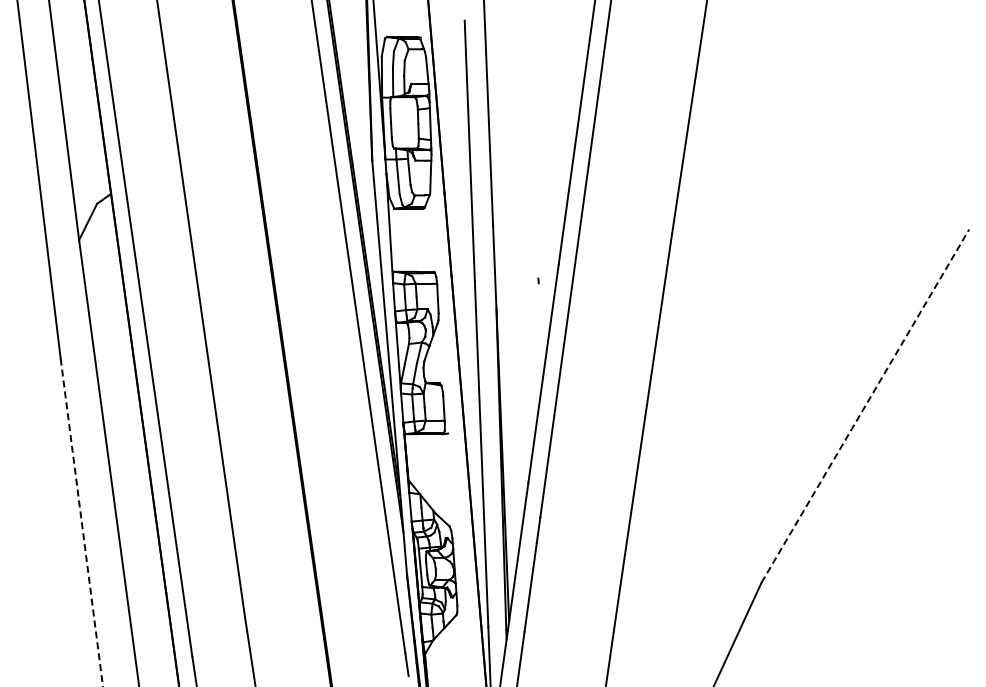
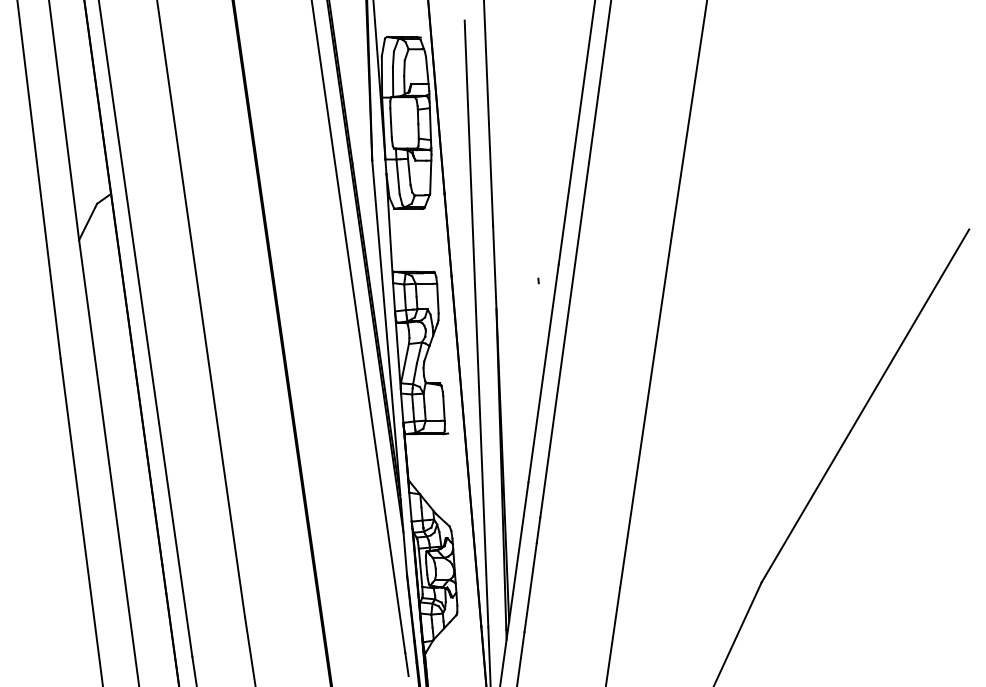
line at (865, 406): dashed -> solid
line at (81, 523): dashed -> solid
